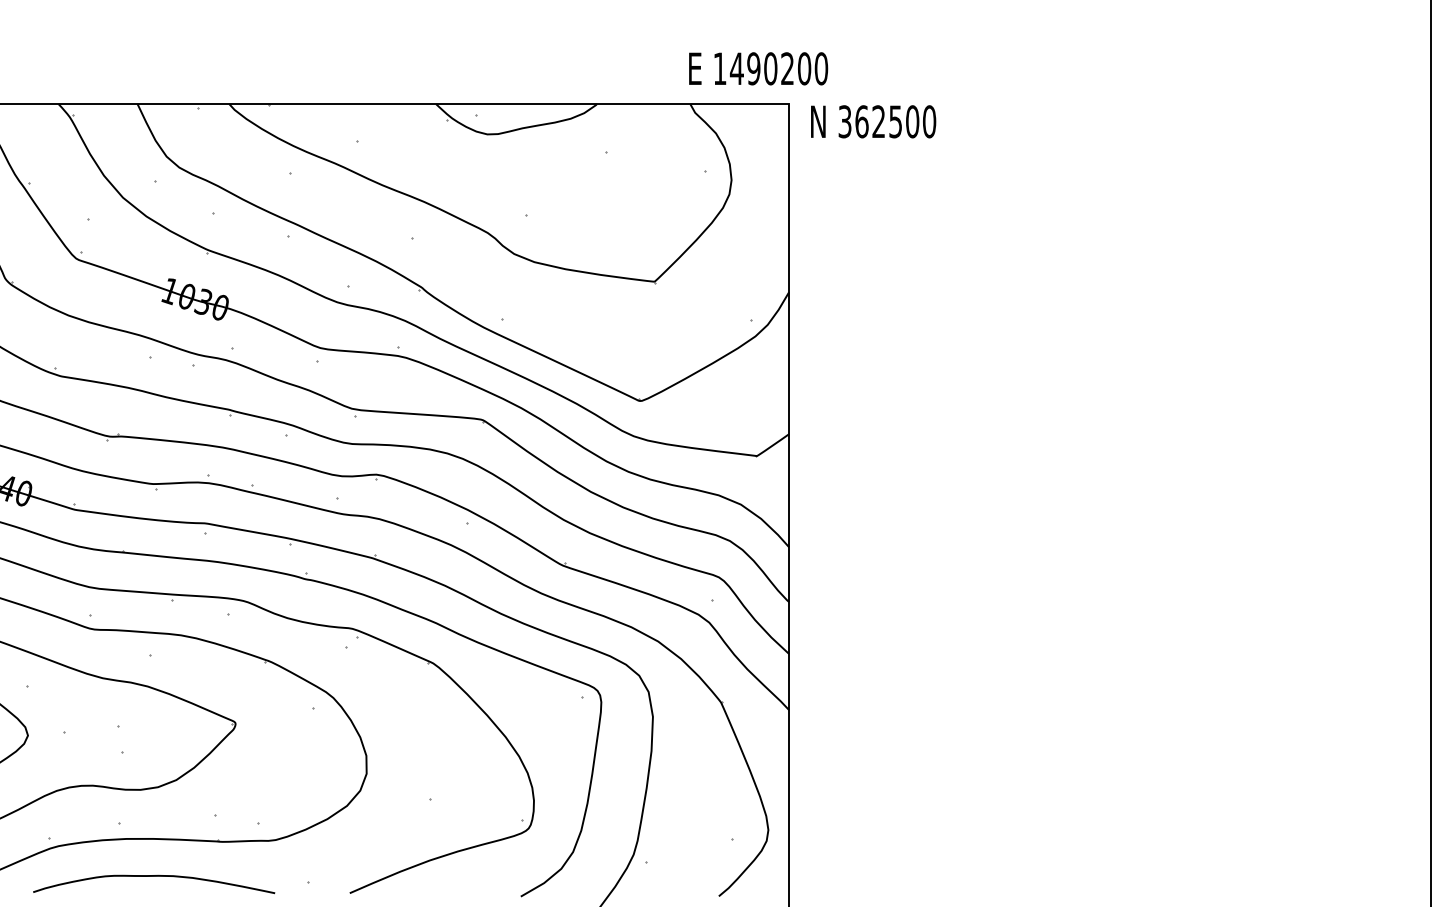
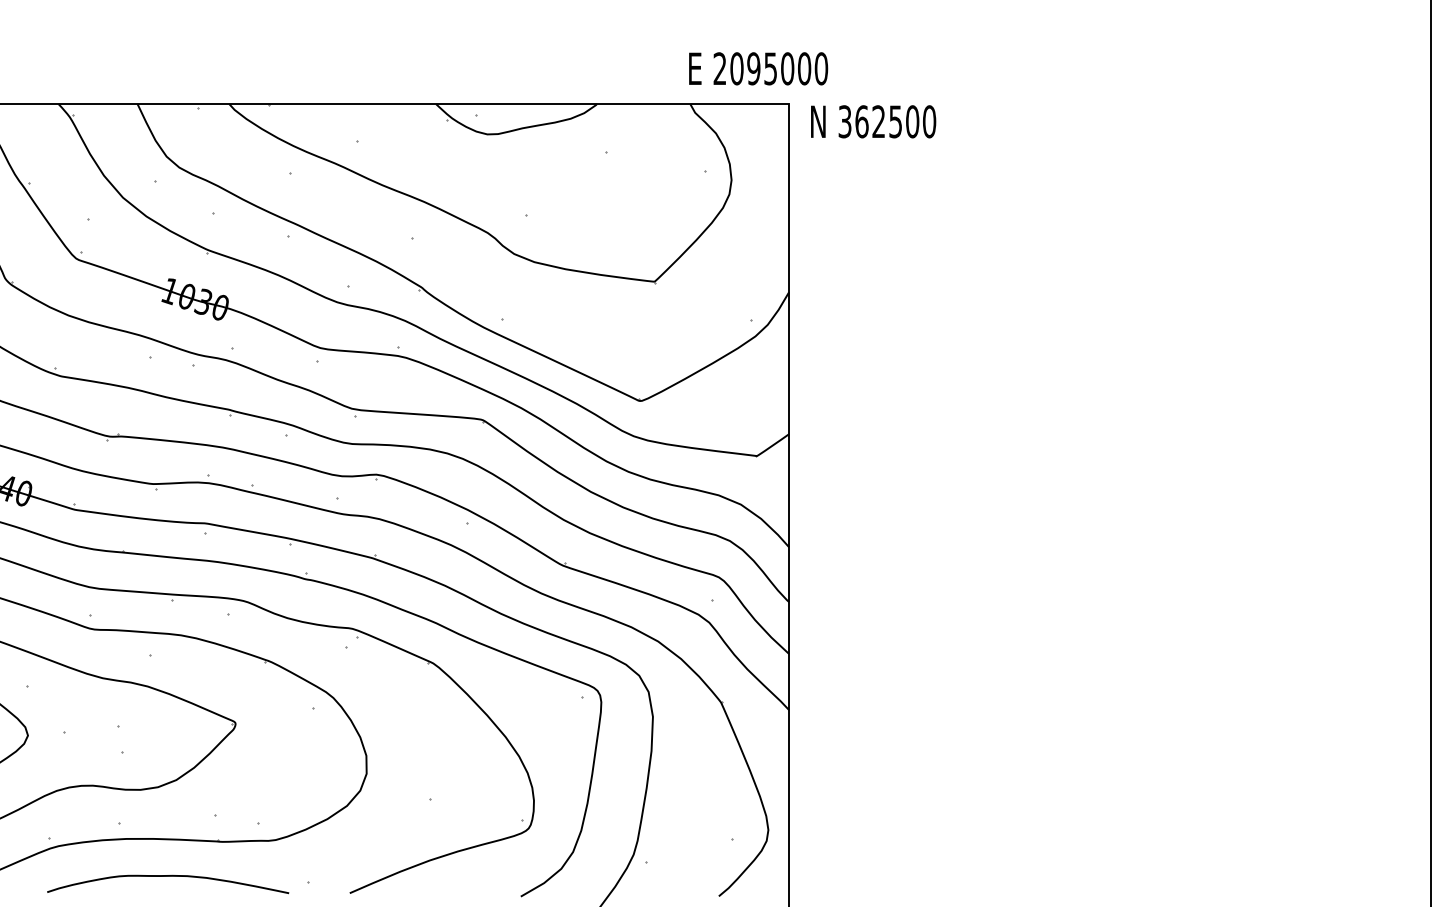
text at (753, 68): 1490200 -> 2095000
curve at (154, 876) position: (154, 876) -> (168, 876)
